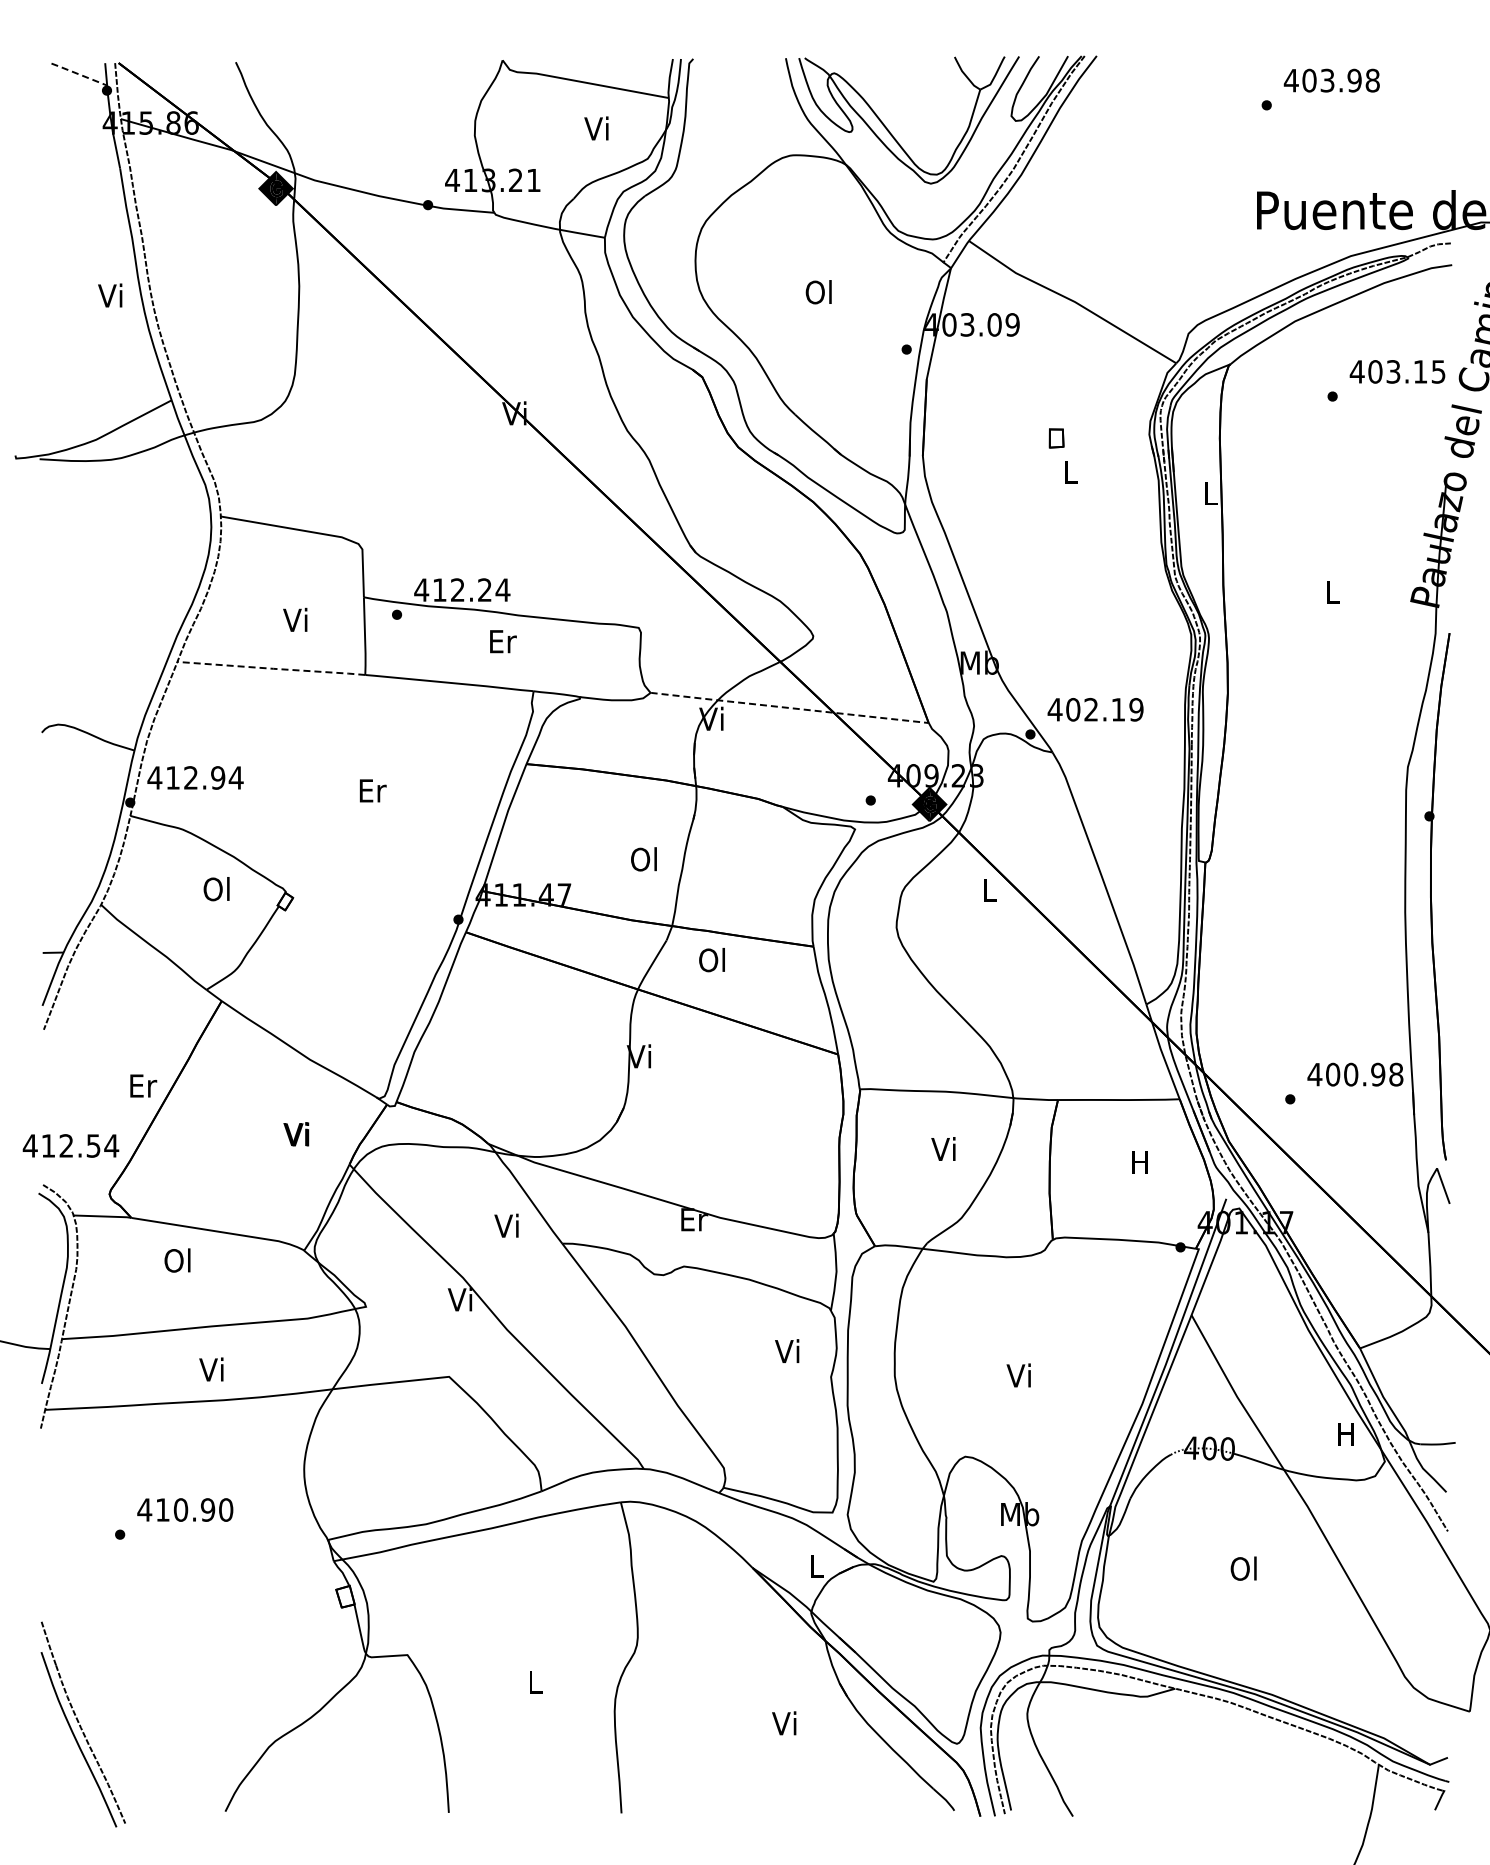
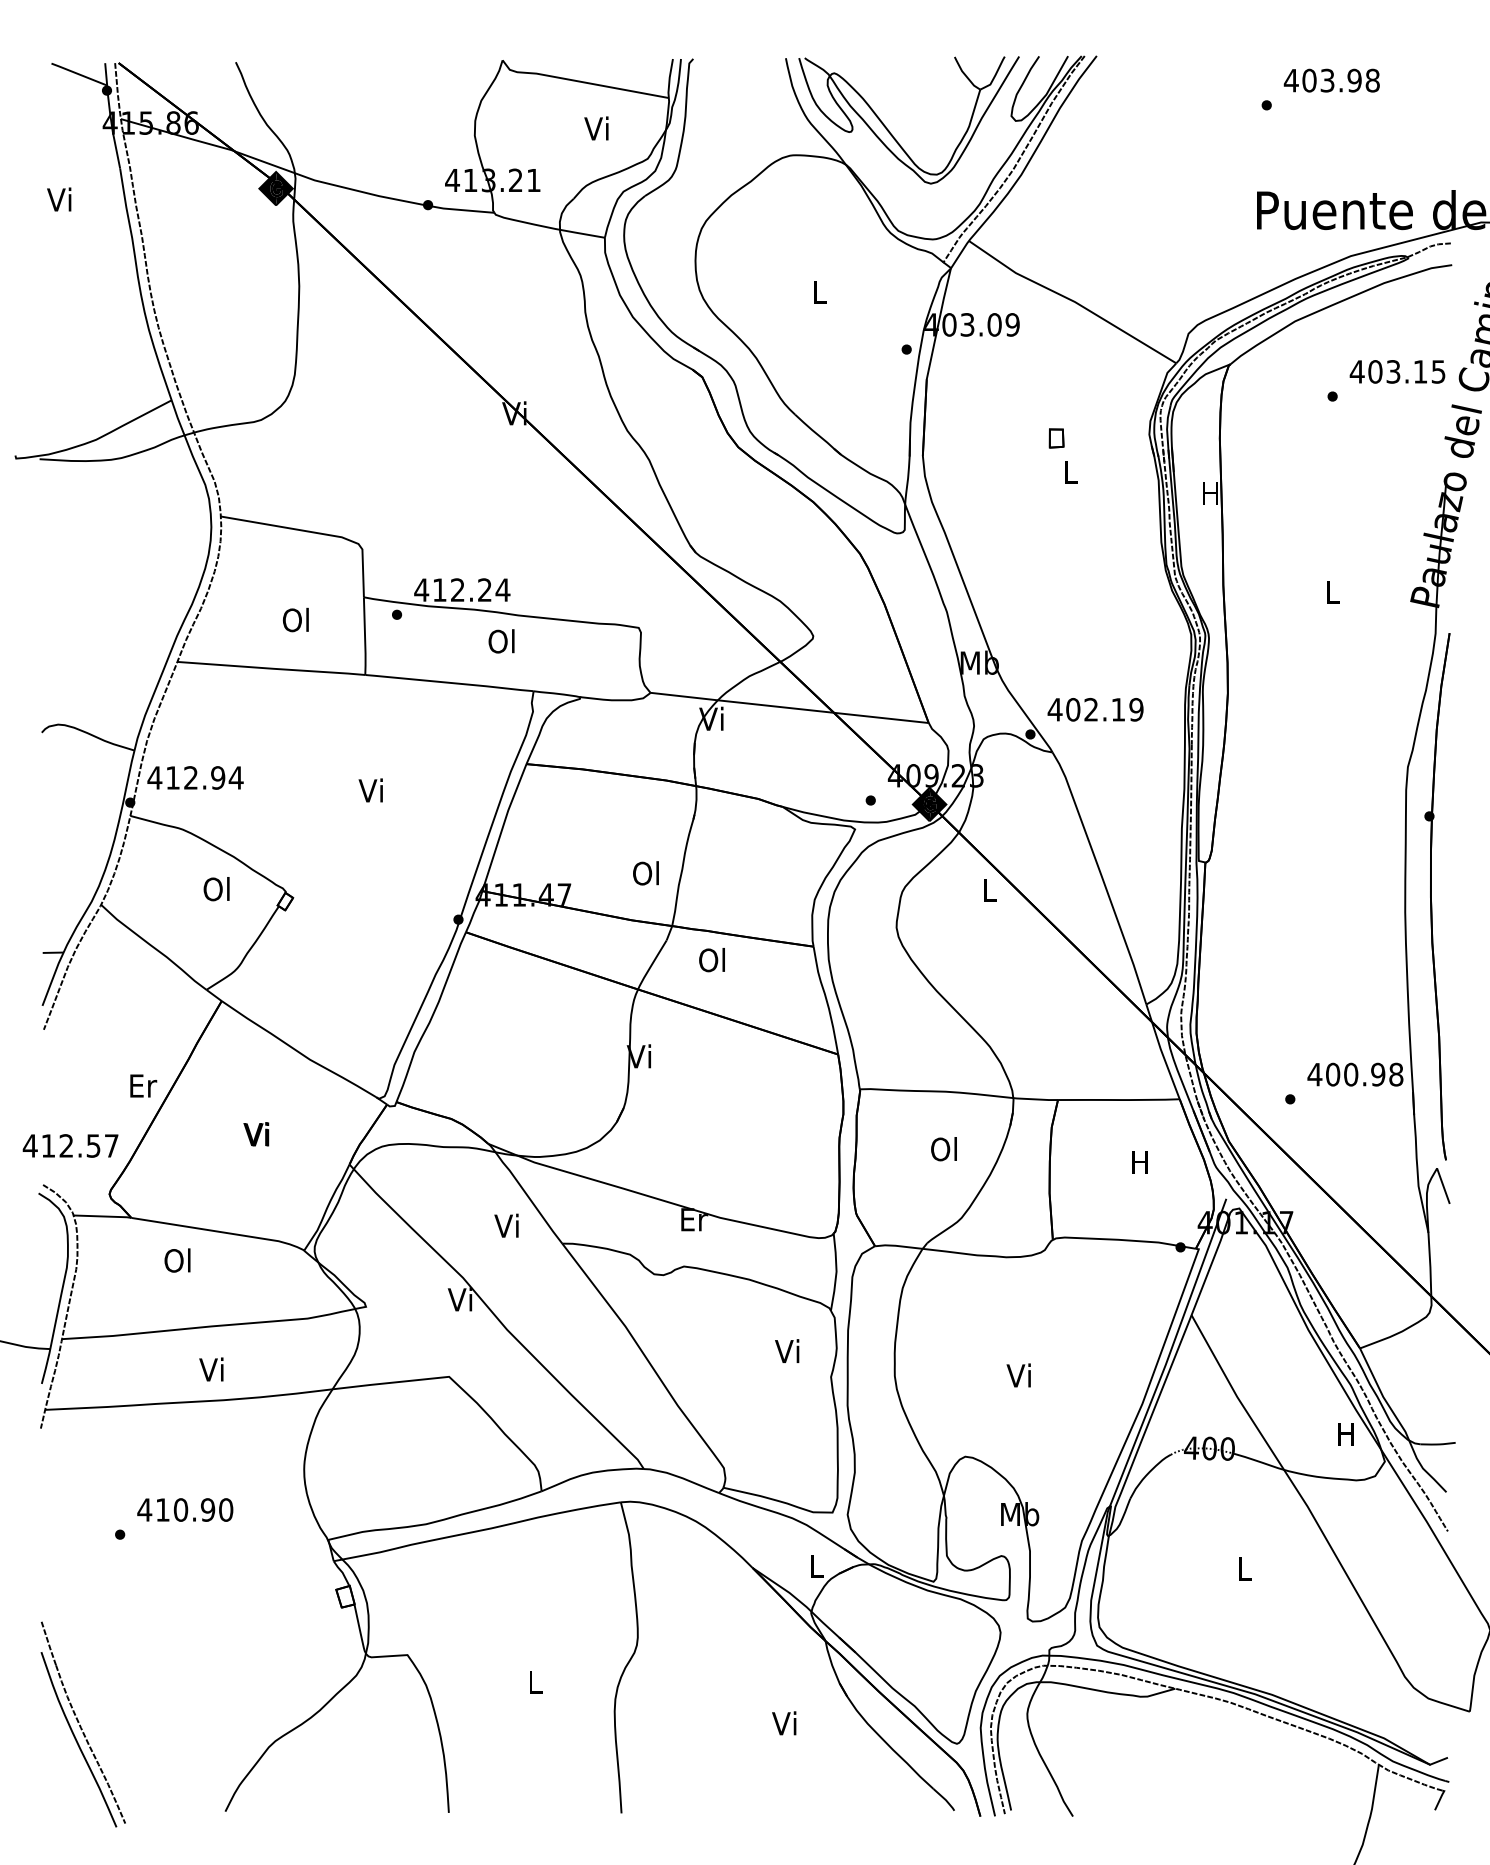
line at (78, 74): dashed -> solid
text at (818, 292): Ol -> L
text at (110, 295) position: (110, 295) -> (59, 199)
text at (1210, 493): L -> H
text at (295, 619): Vi -> Ol
text at (502, 641): Er -> Ol
line at (272, 668): dashed -> solid
line at (787, 707): dashed -> solid
text at (372, 790): Er -> Vi
text at (643, 859) position: (643, 859) -> (645, 873)
text at (296, 1134) position: (296, 1134) -> (256, 1134)
text at (111, 1145): 412.54 -> 412.57
text at (943, 1149): Vi -> Ol
text at (1243, 1568): Ol -> L
